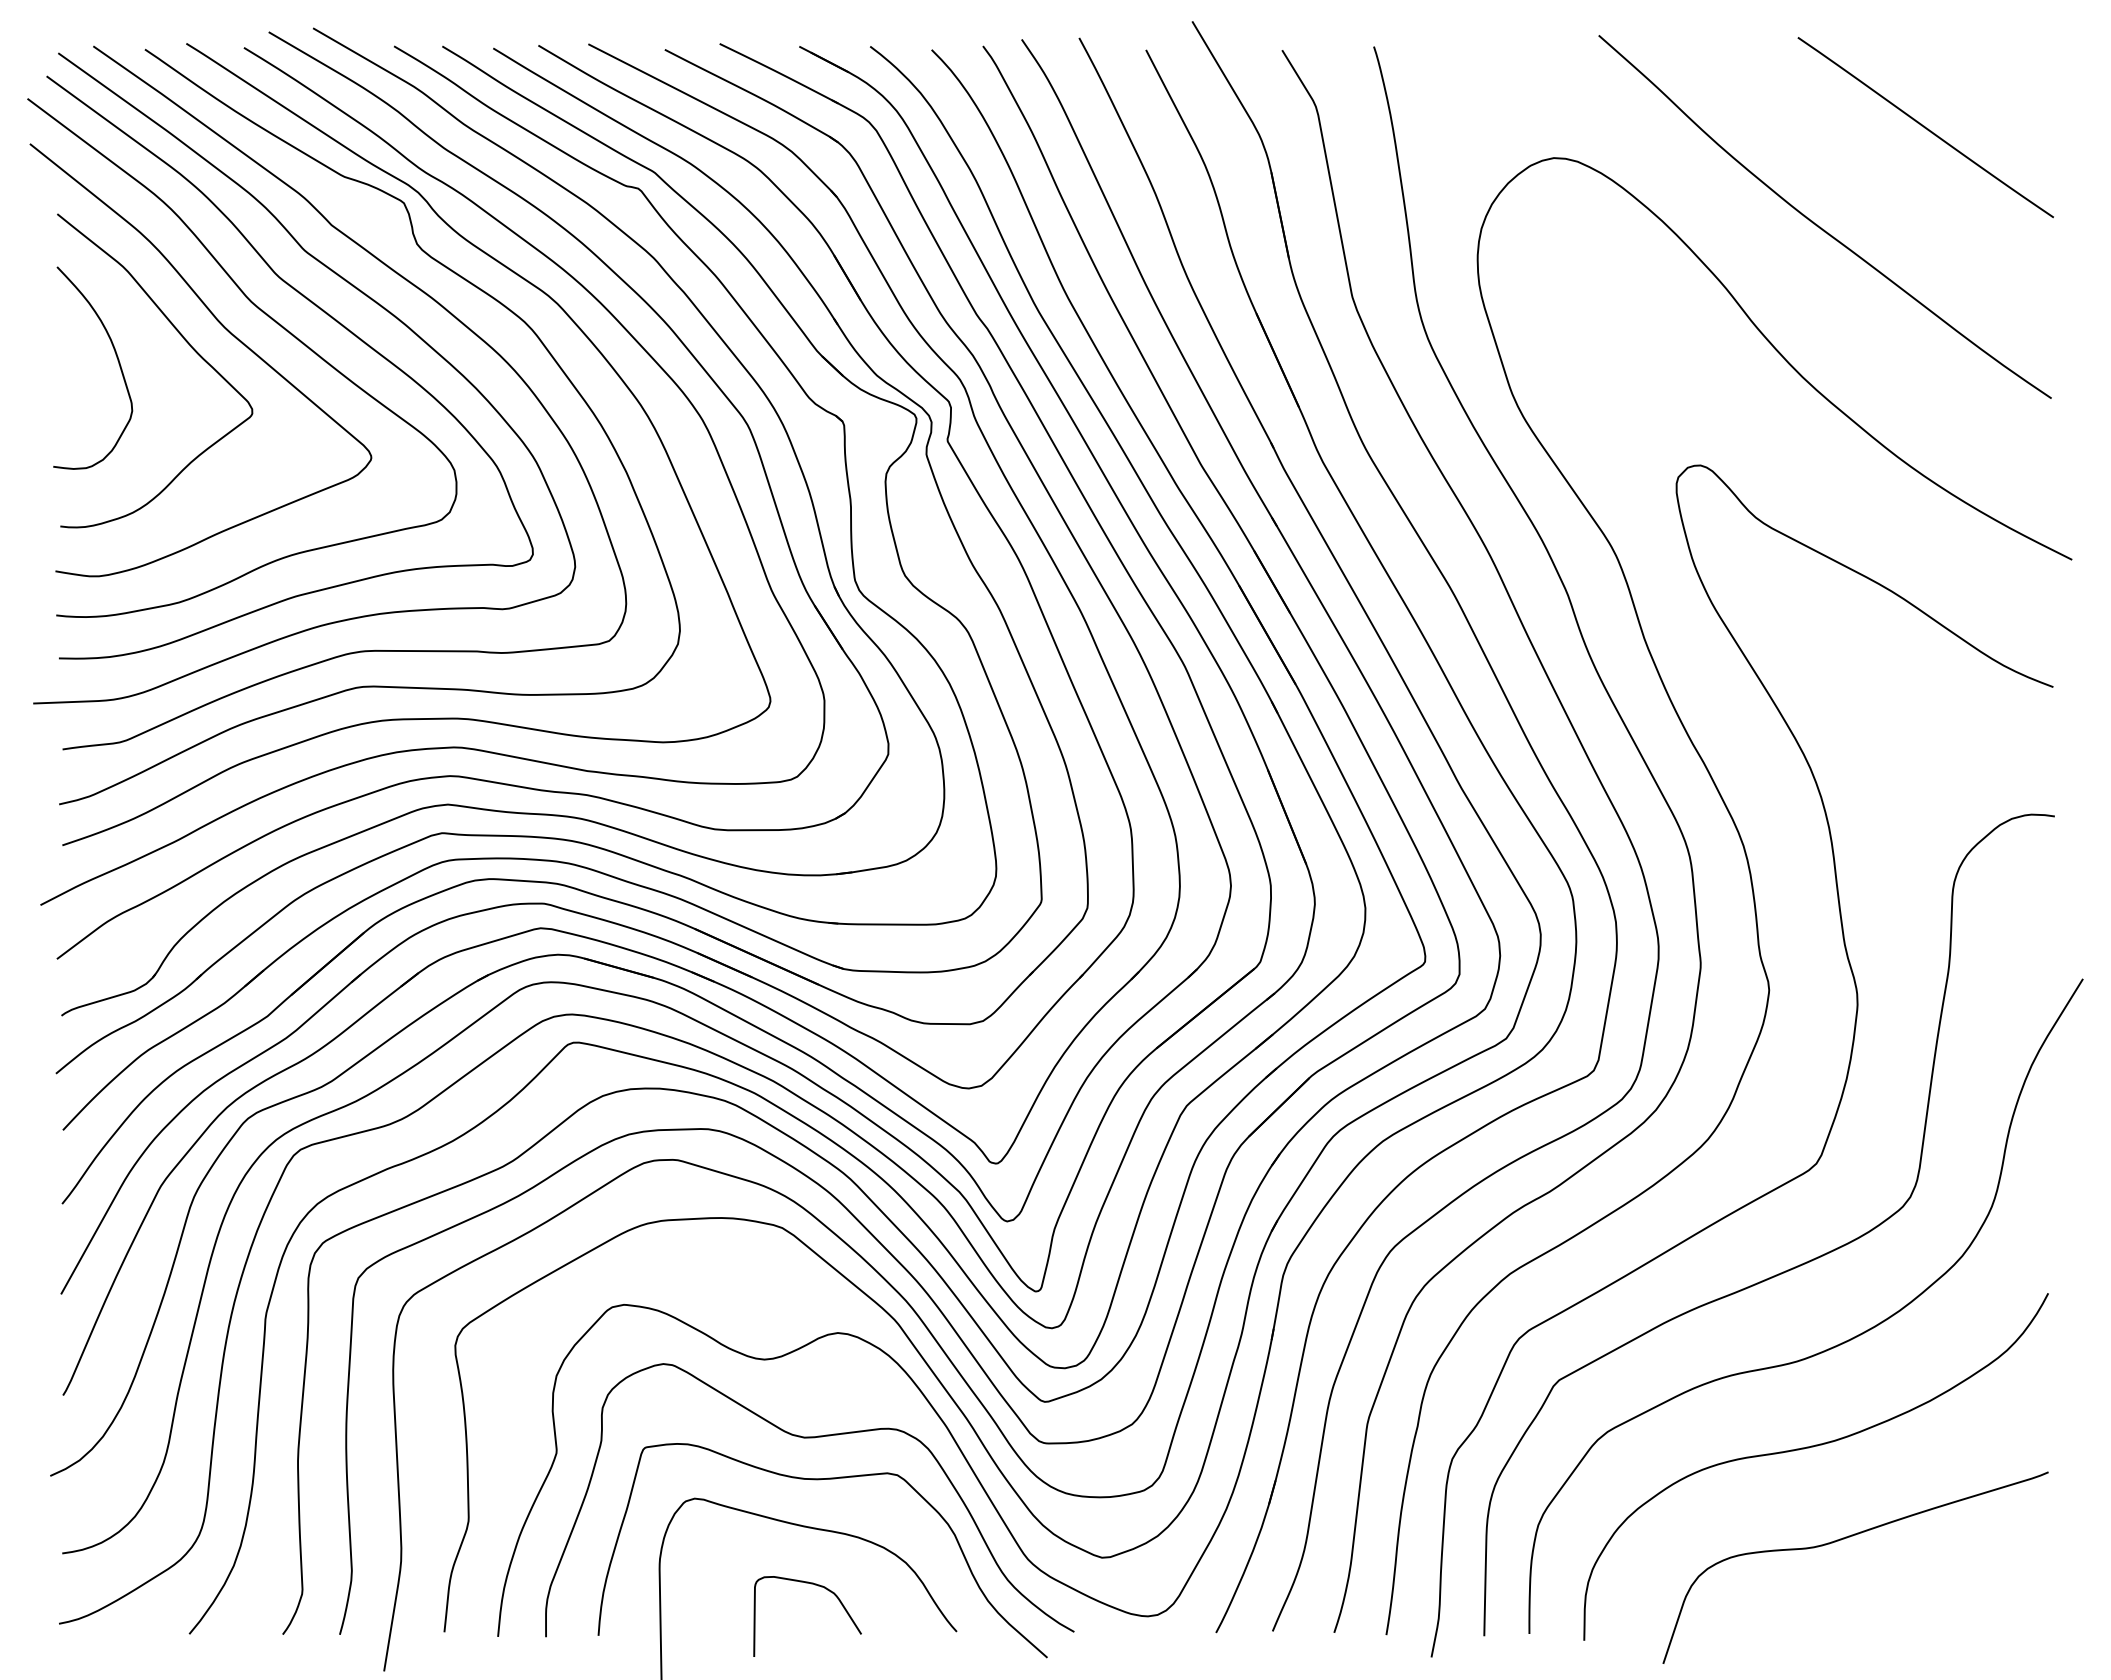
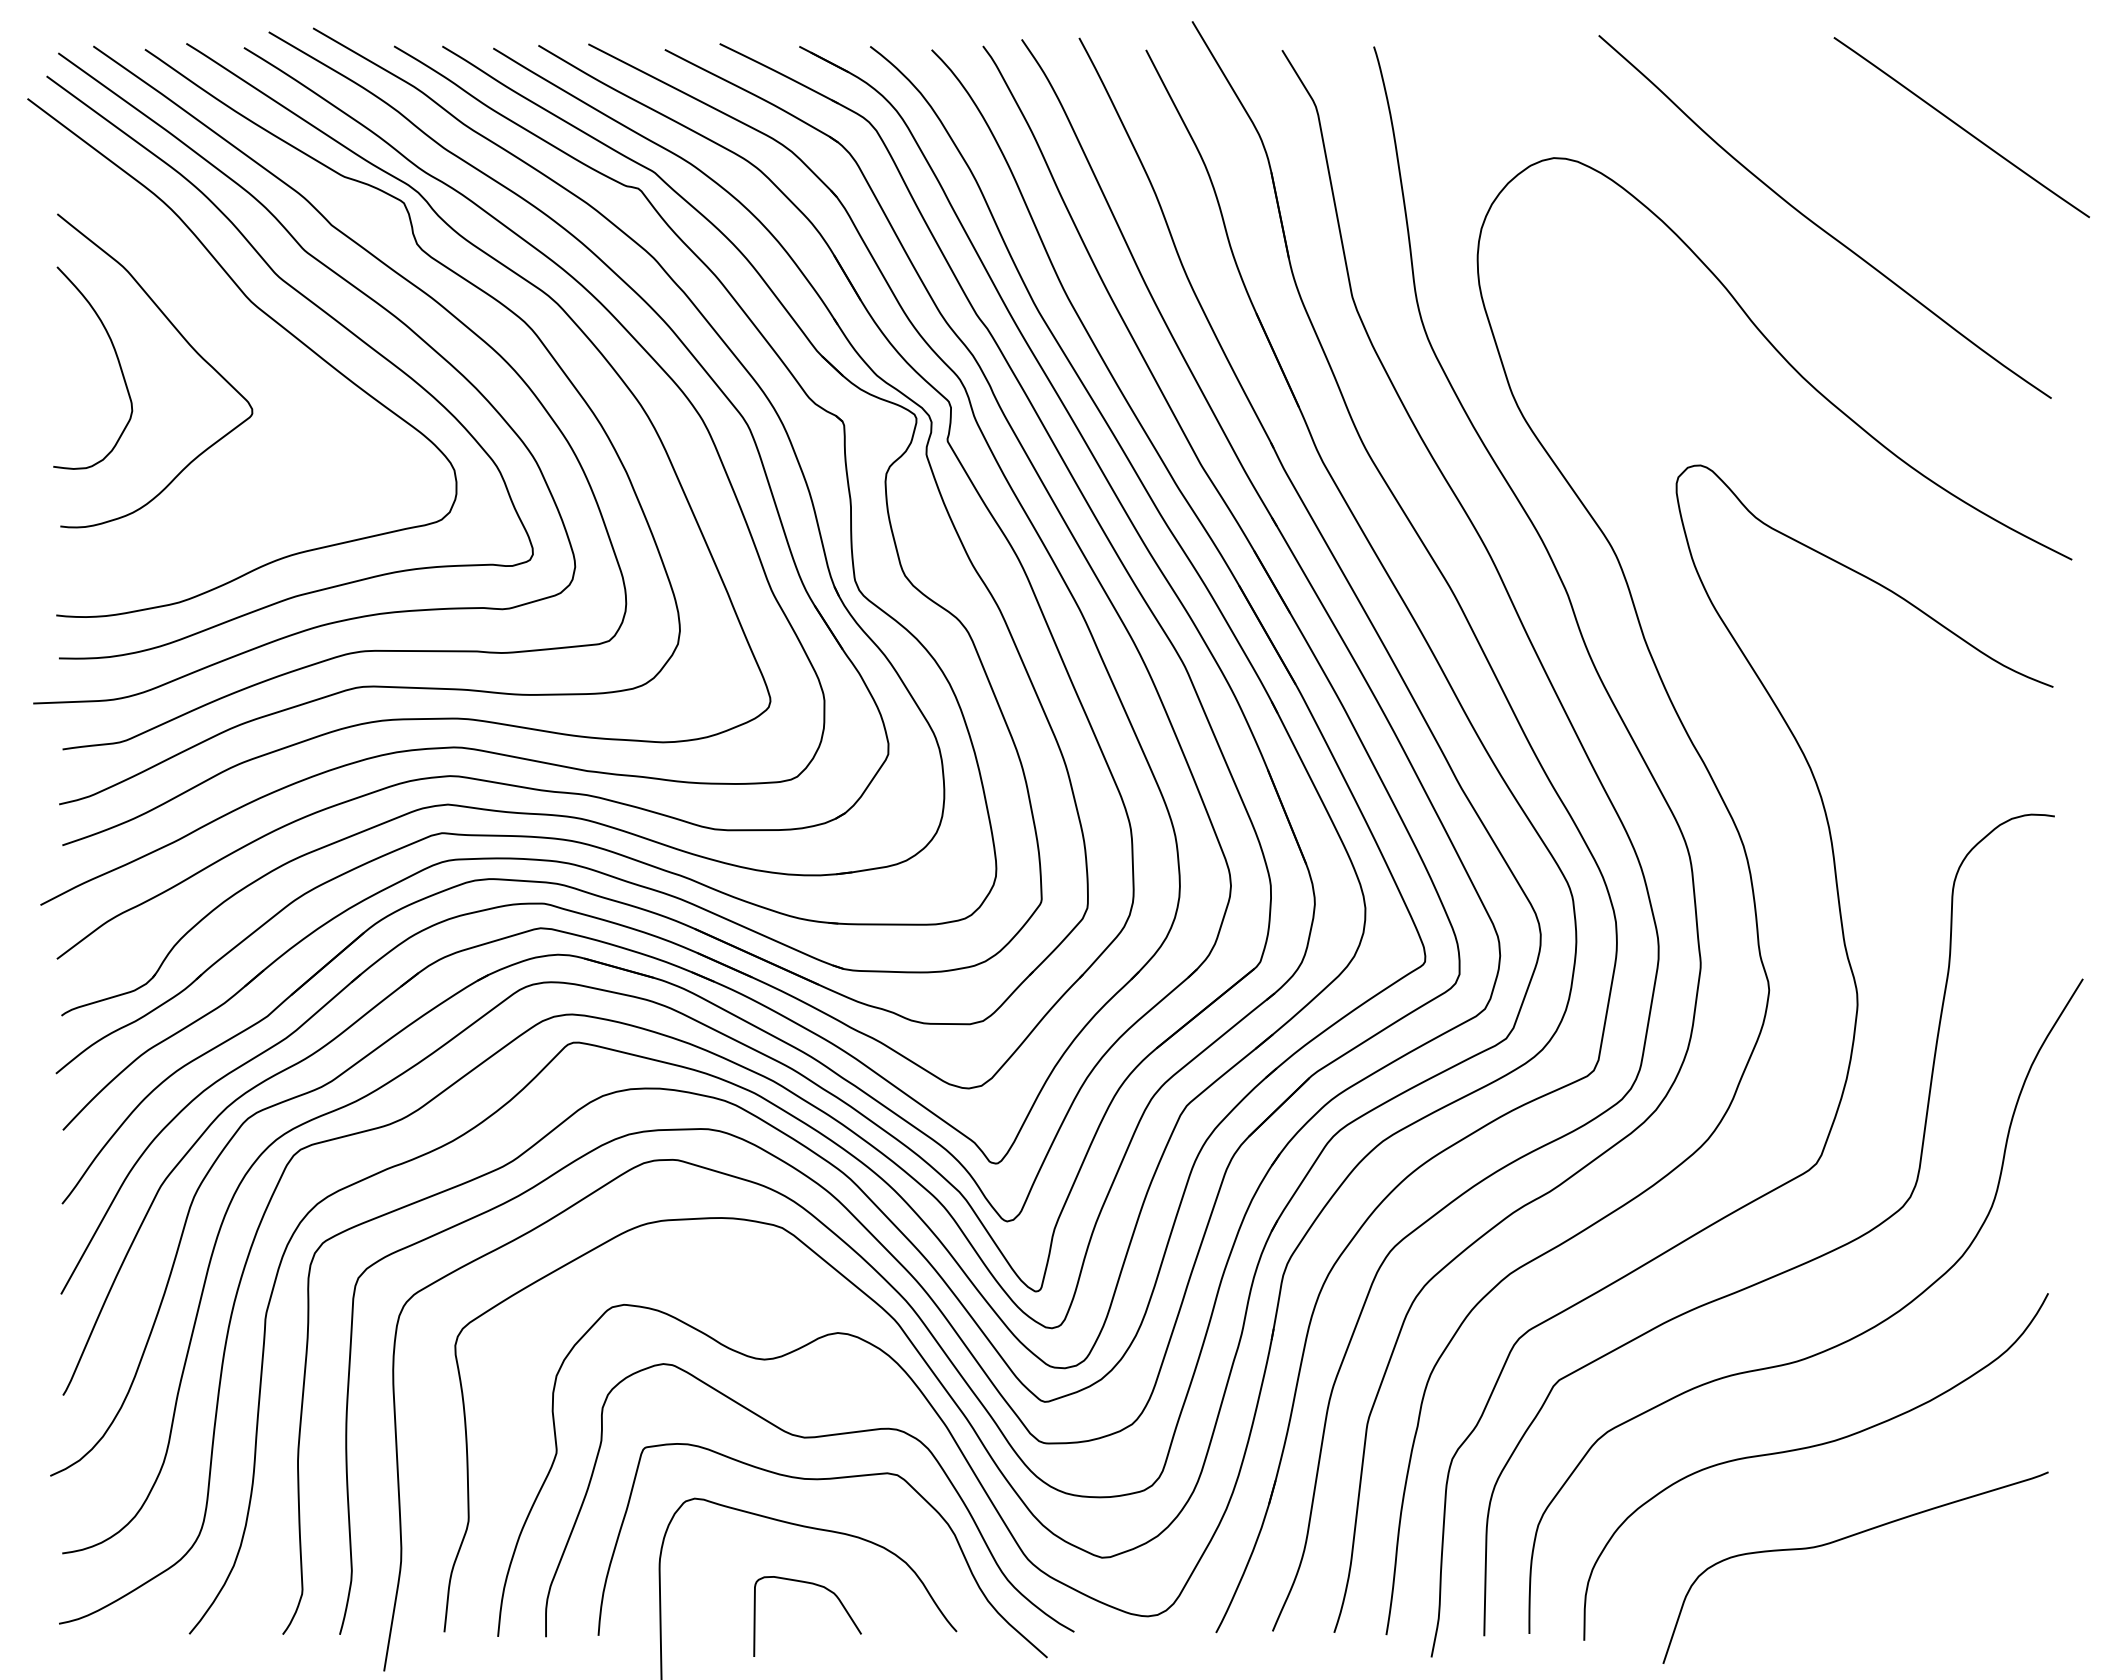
curve at (1925, 127) position: (1925, 127) -> (1961, 127)
curve at (228, 332): present -> none
